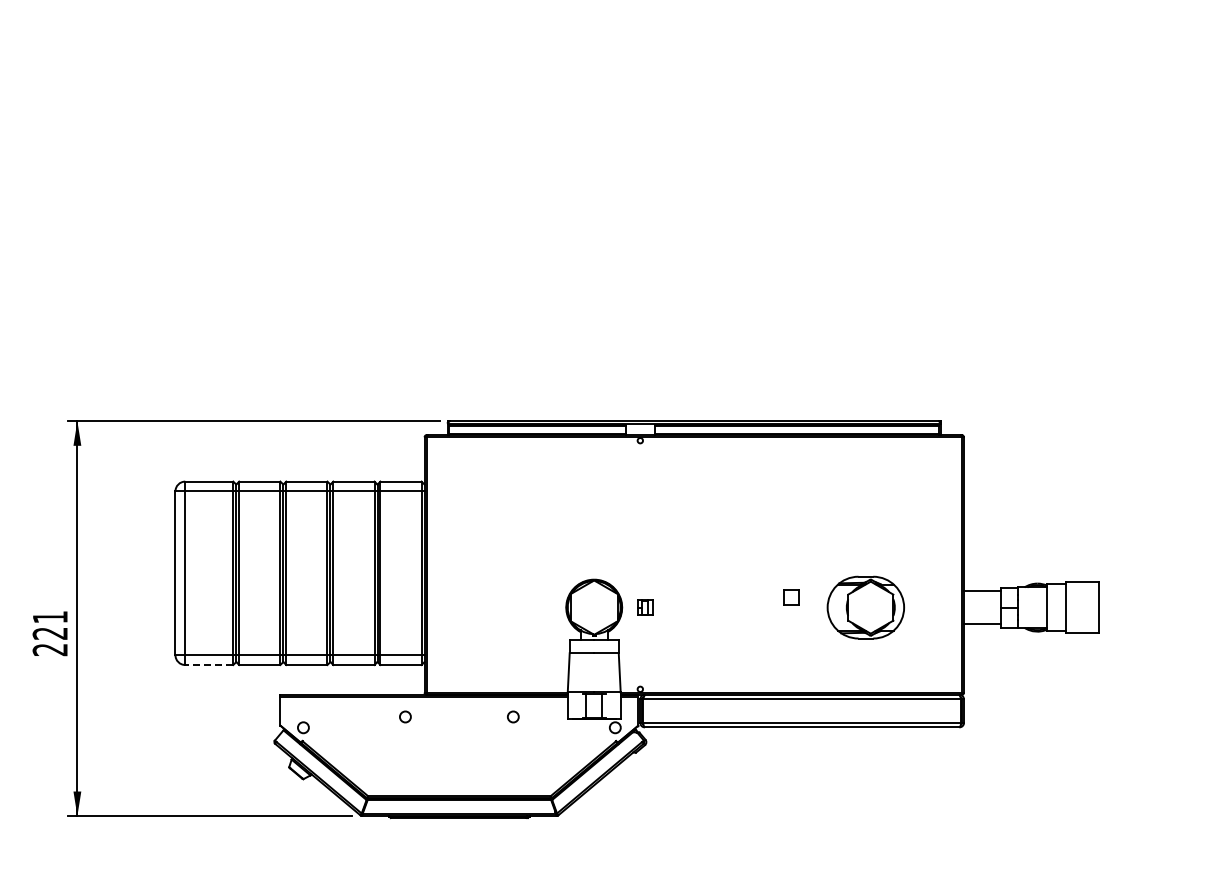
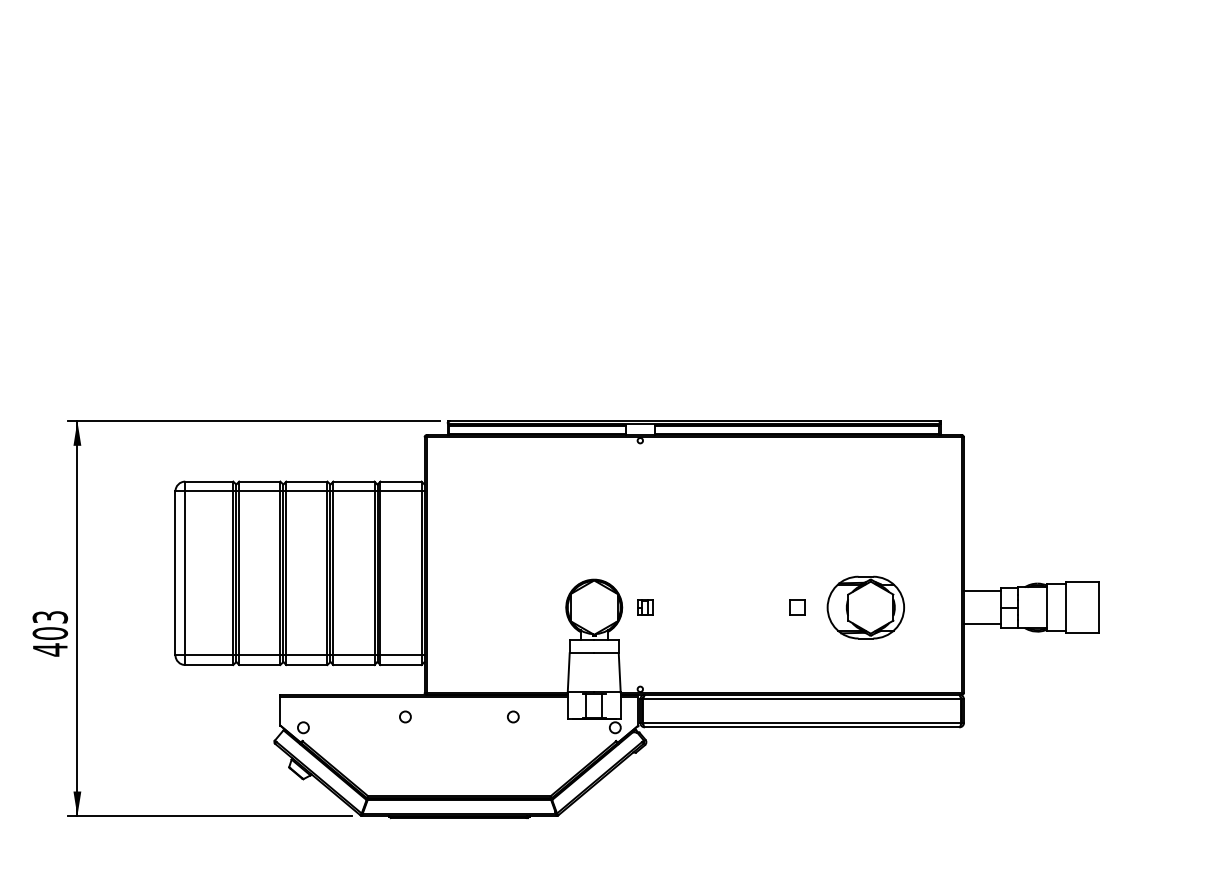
part at (791, 597) position: (791, 597) -> (797, 607)
text at (50, 633): 221 -> 403
line at (208, 665): dashed -> solid
